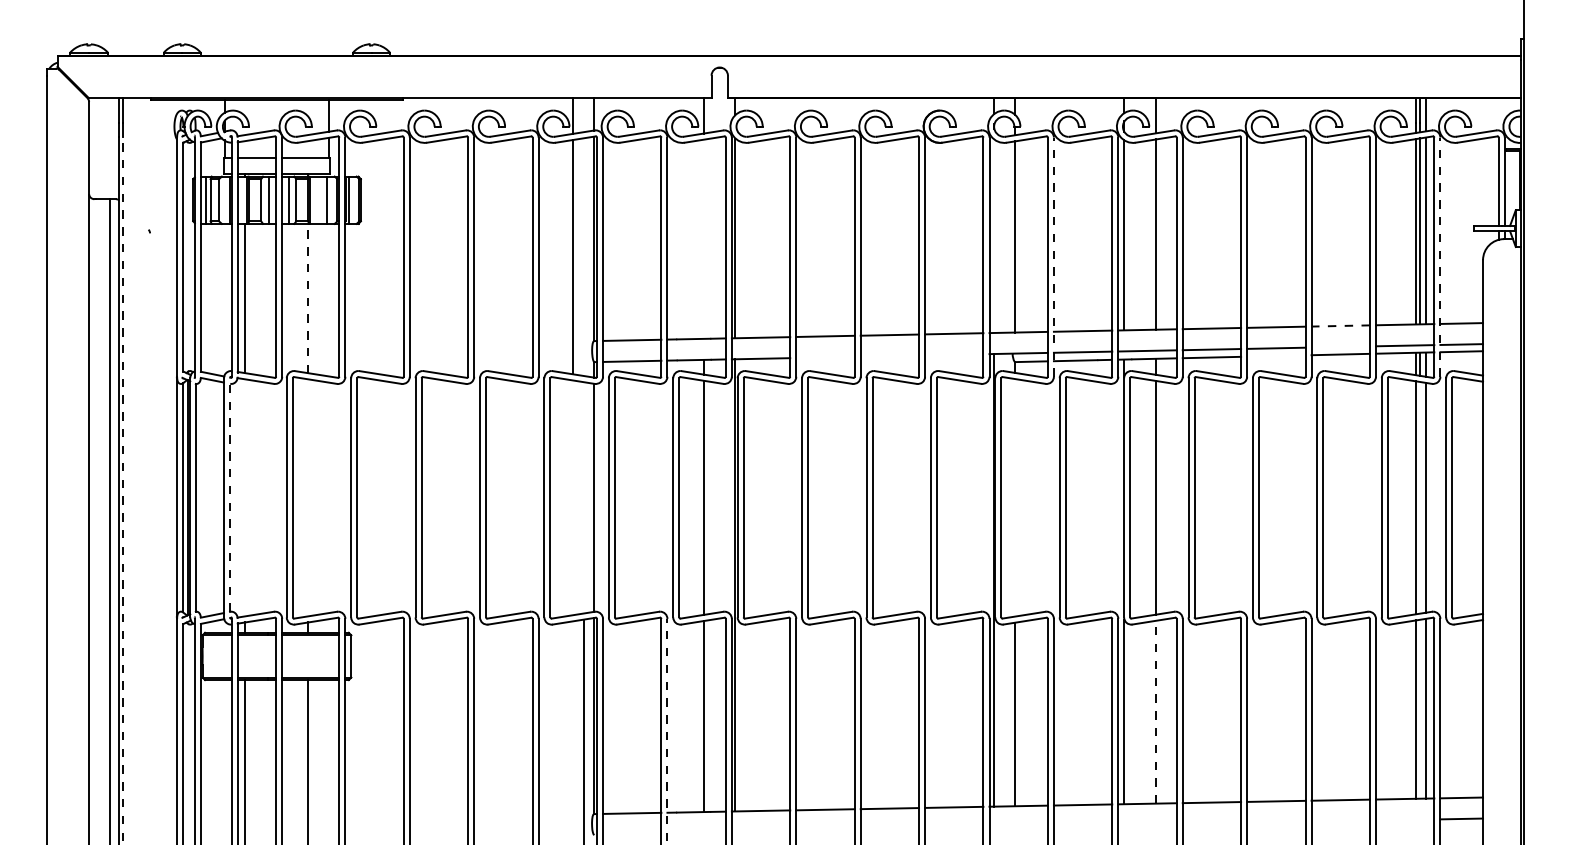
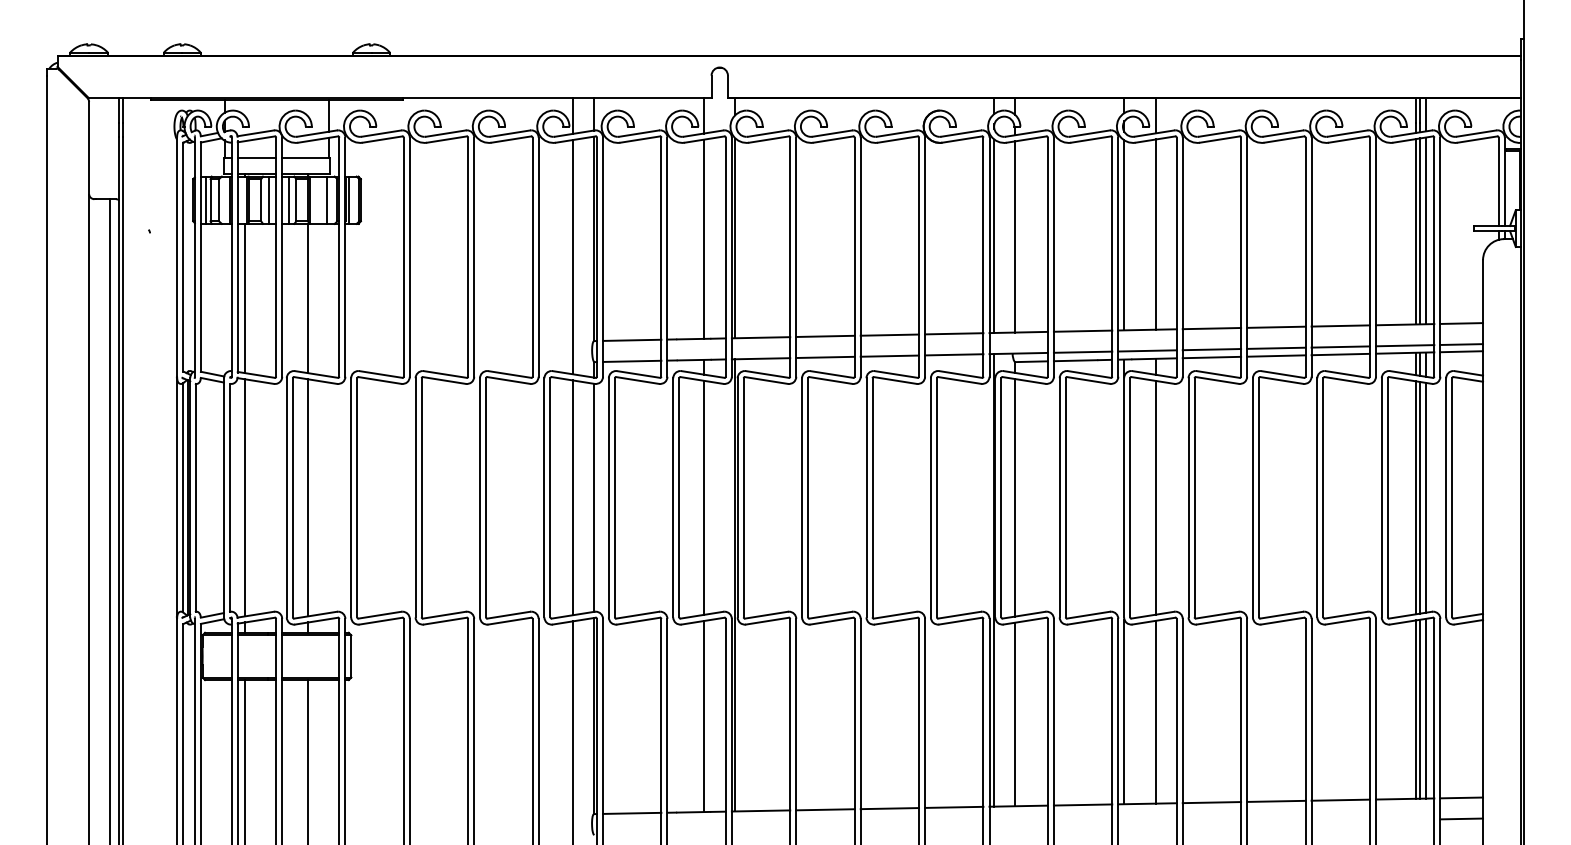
line at (994, 235): none -> present
line at (703, 238): none -> present
line at (1053, 257): dashed -> solid
line at (1440, 257): dashed -> solid
line at (308, 298): dashed -> solid
line at (1340, 325): dashed -> solid
line at (1340, 346): none -> present
line at (954, 354): none -> present
line at (889, 355): none -> present
line at (1276, 355): none -> present
line at (825, 357): none -> present
line at (123, 490): dashed -> solid
line at (230, 497): dashed -> solid
line at (245, 497): none -> present
line at (308, 497): none -> present
line at (573, 497): none -> present
line at (1015, 497): none -> present
line at (1420, 497): none -> present
line at (1420, 708): none -> present
line at (1155, 711): dashed -> solid
line at (584, 731) position: (584, 731) -> (573, 731)
line at (667, 731): dashed -> solid
